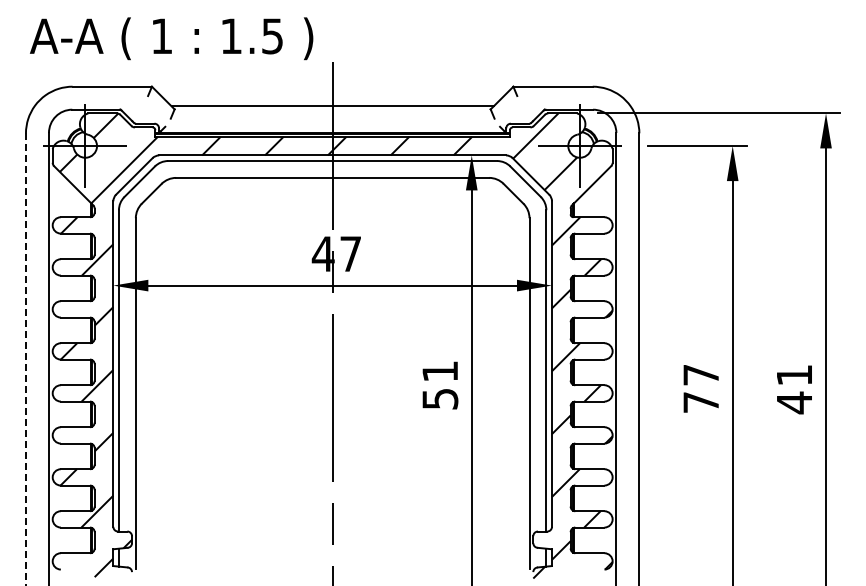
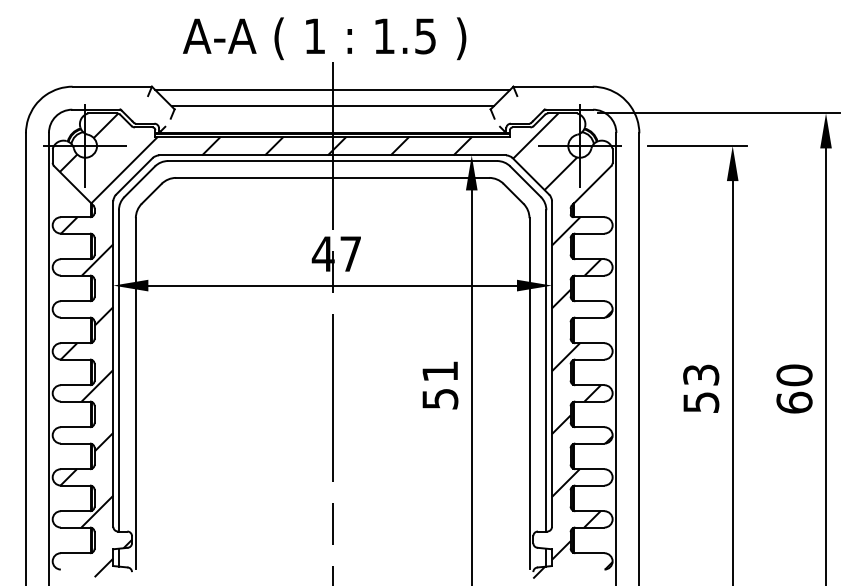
text at (171, 38) position: (171, 38) -> (324, 38)
line at (332, 89): none -> present
line at (25, 360): dashed -> solid
text at (701, 388): 77 -> 53
text at (794, 389): 41 -> 60
